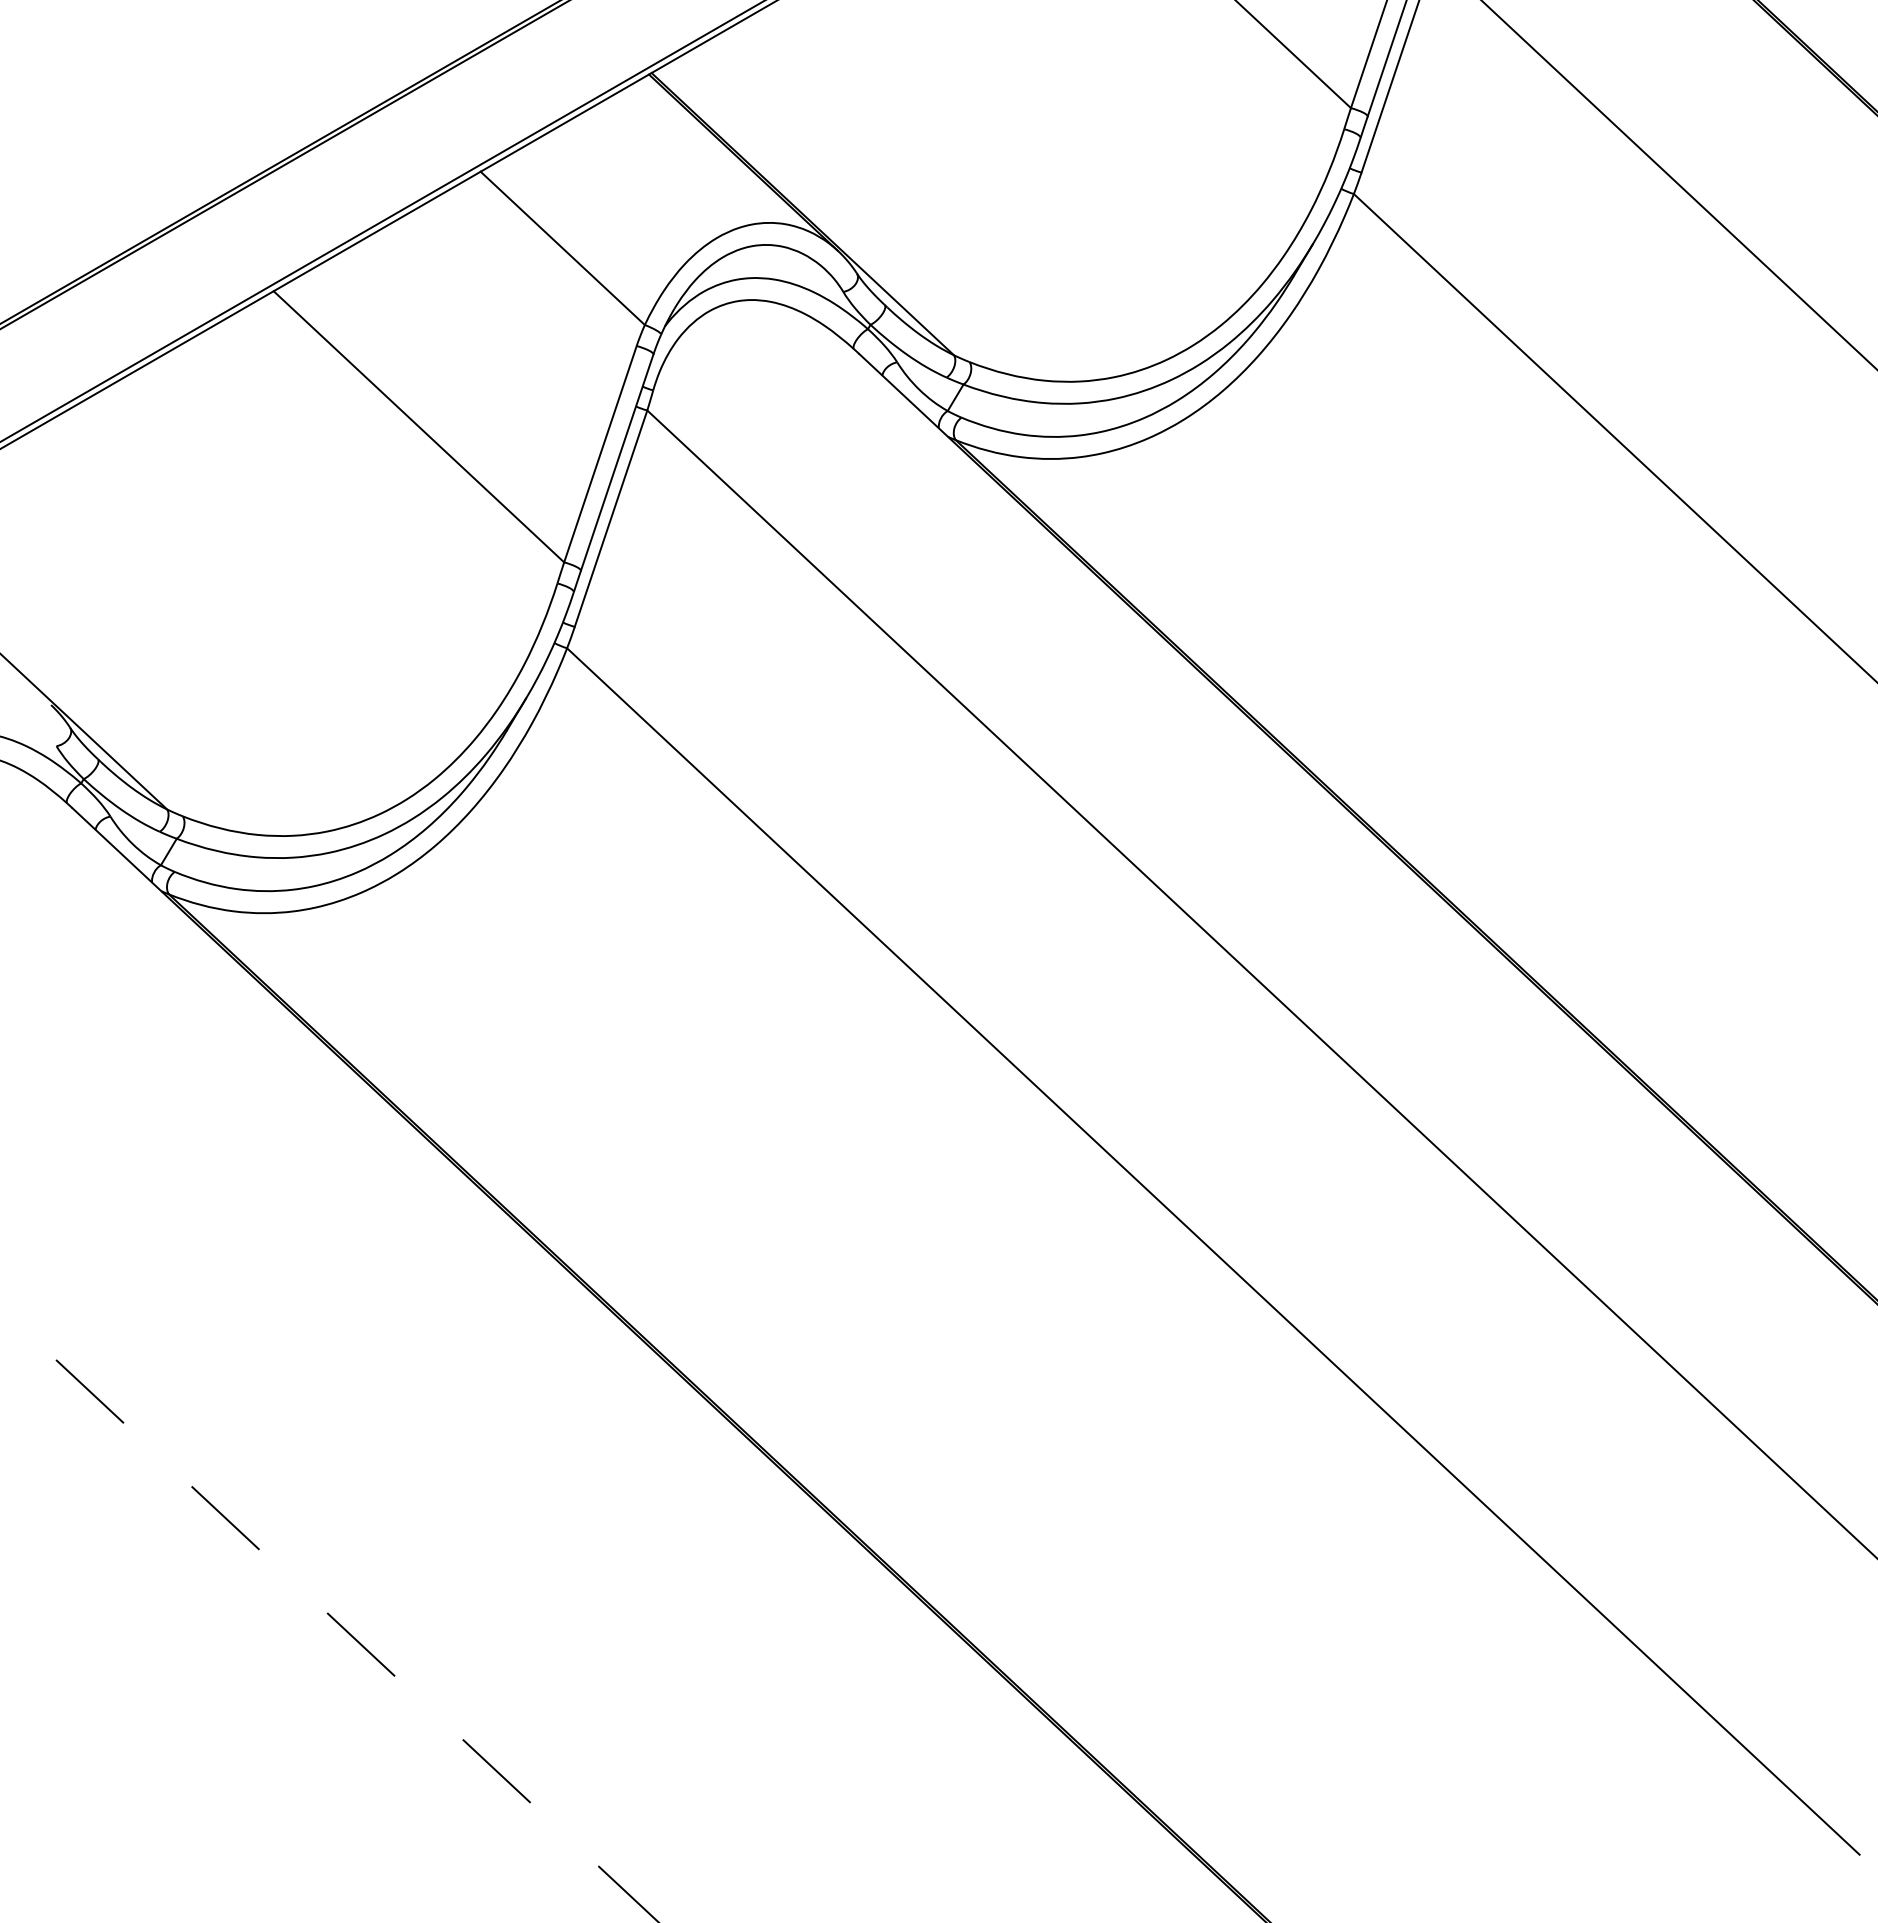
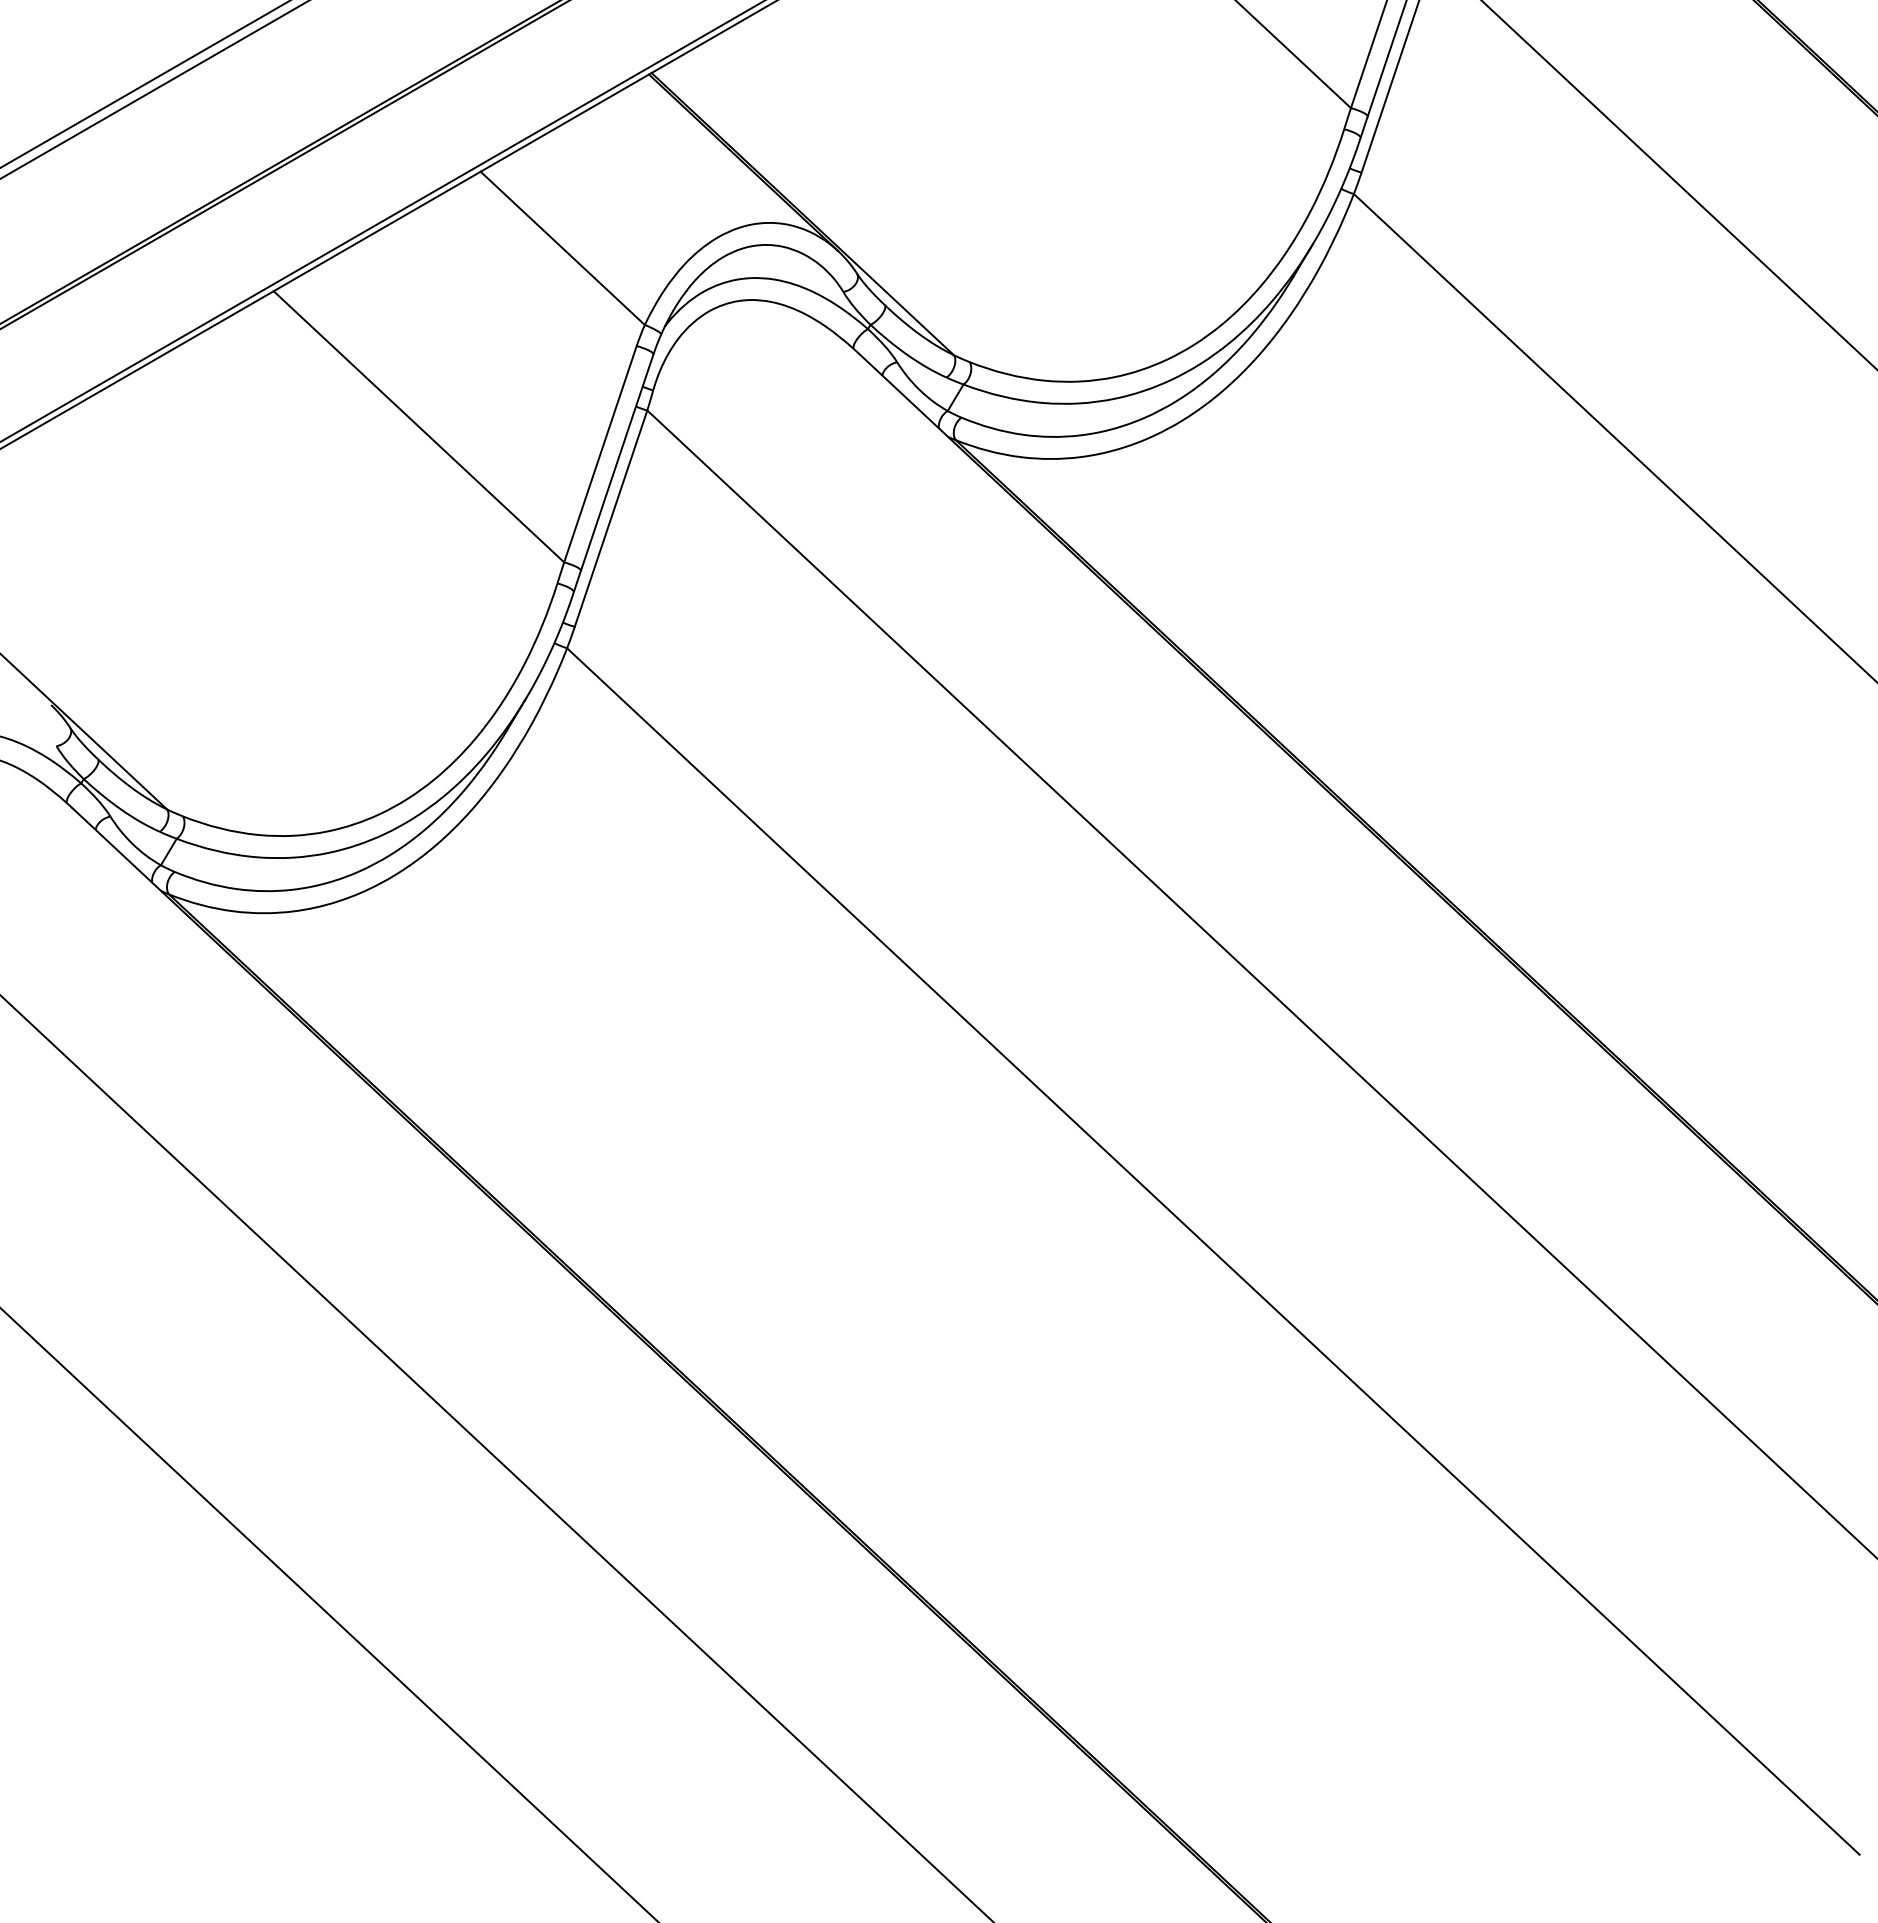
line at (144, 84): none -> present
line at (154, 89): none -> present
line at (496, 1458): none -> present
line at (329, 1615): dashed -> solid
